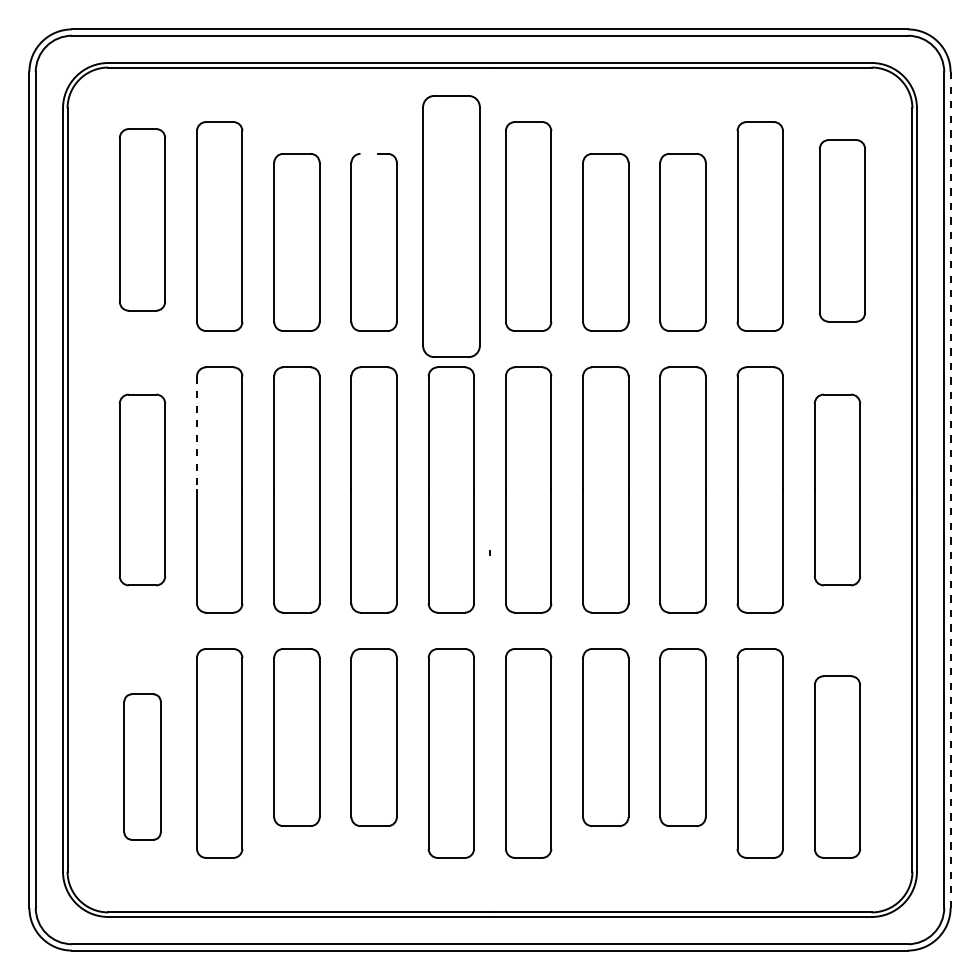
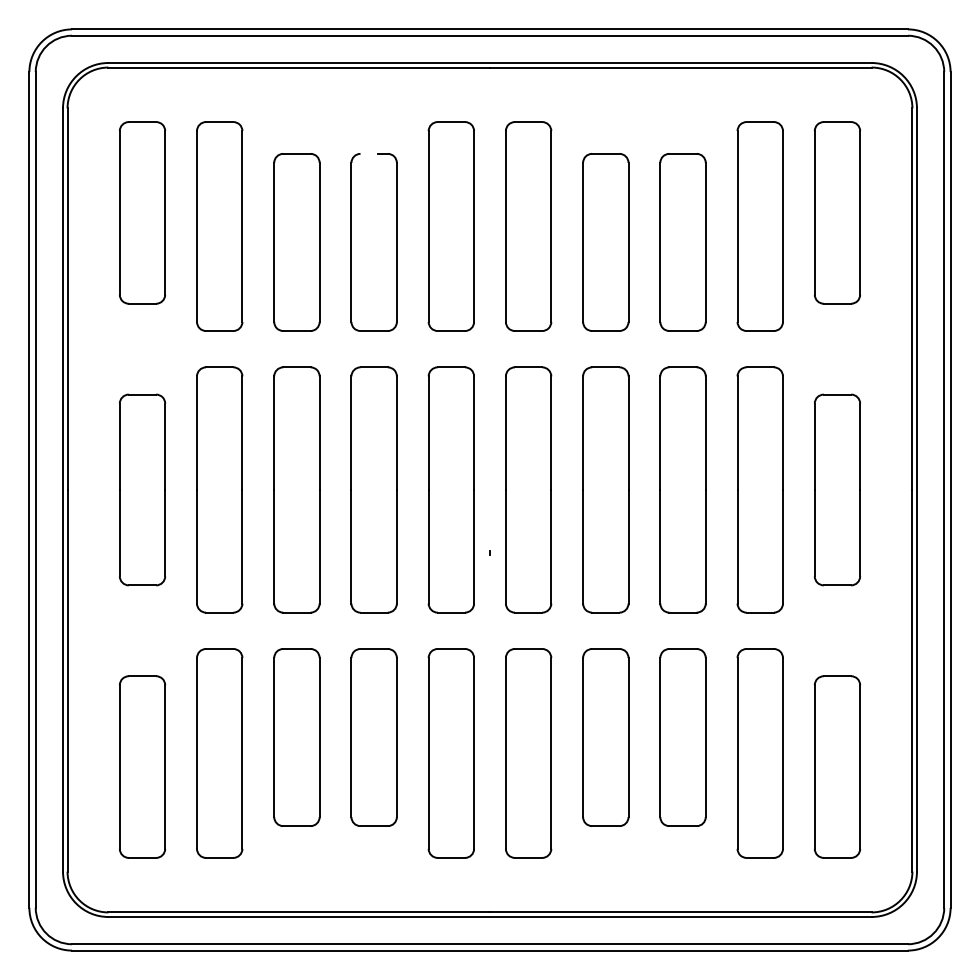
part at (142, 219) position: (142, 219) -> (142, 212)
part at (451, 226) size: 59x263 px -> 48x211 px
part at (841, 230) position: (841, 230) -> (836, 212)
line at (197, 433): dashed -> solid
line at (950, 490): dashed -> solid
part at (142, 766) size: 39x148 px -> 48x184 px
